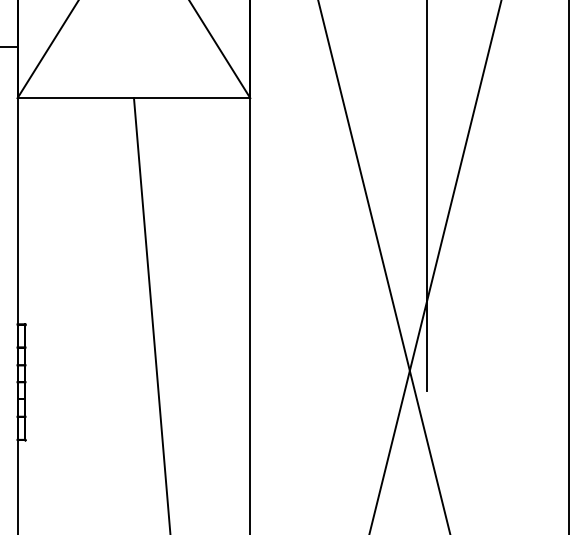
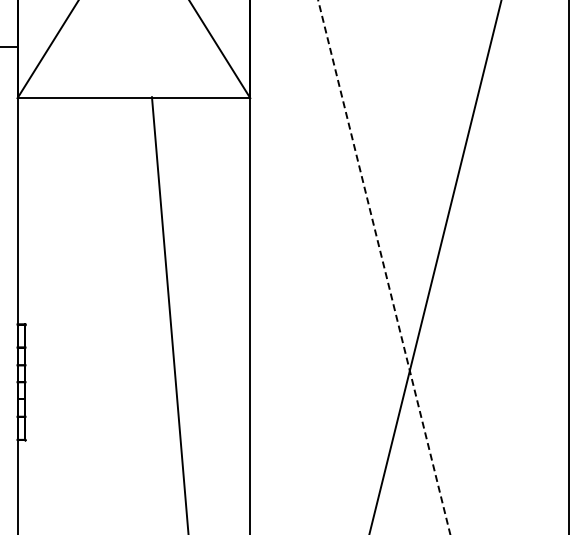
line at (427, 196): present -> none
line at (384, 267): solid -> dashed
line at (151, 314) position: (151, 314) -> (169, 314)
